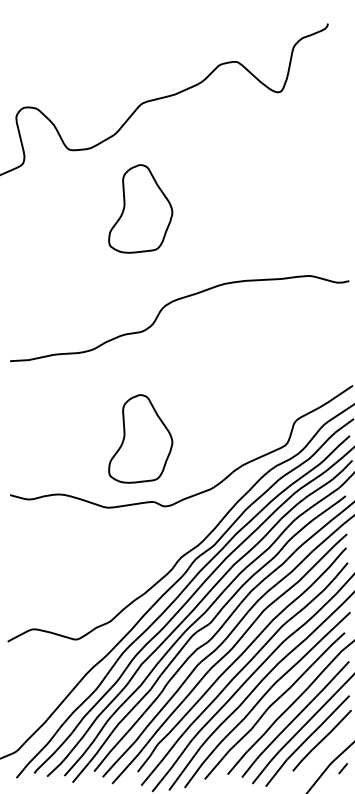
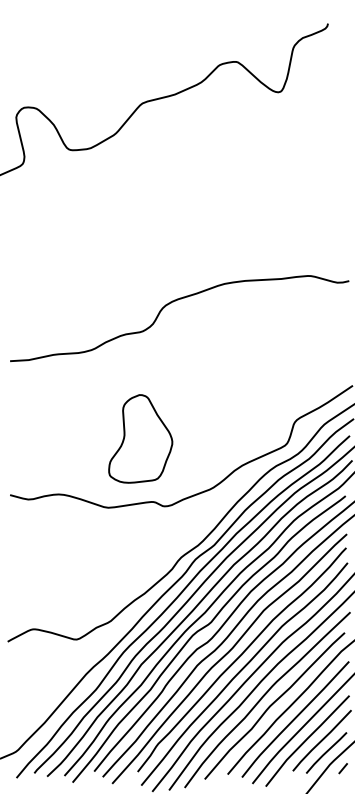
part at (140, 208): present -> none
line at (326, 752): none -> present
